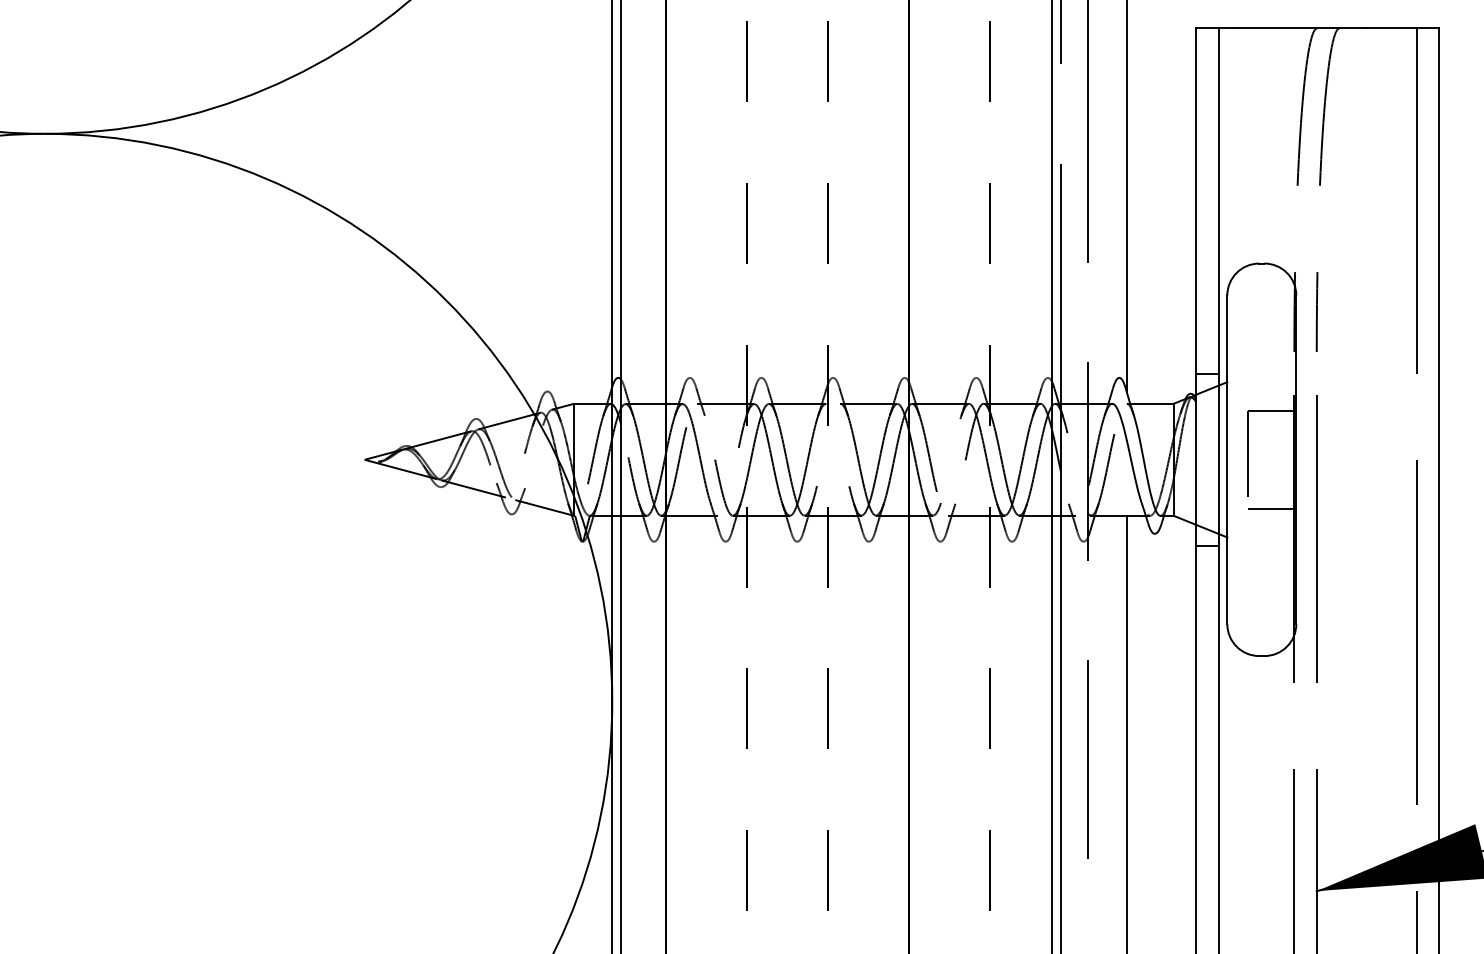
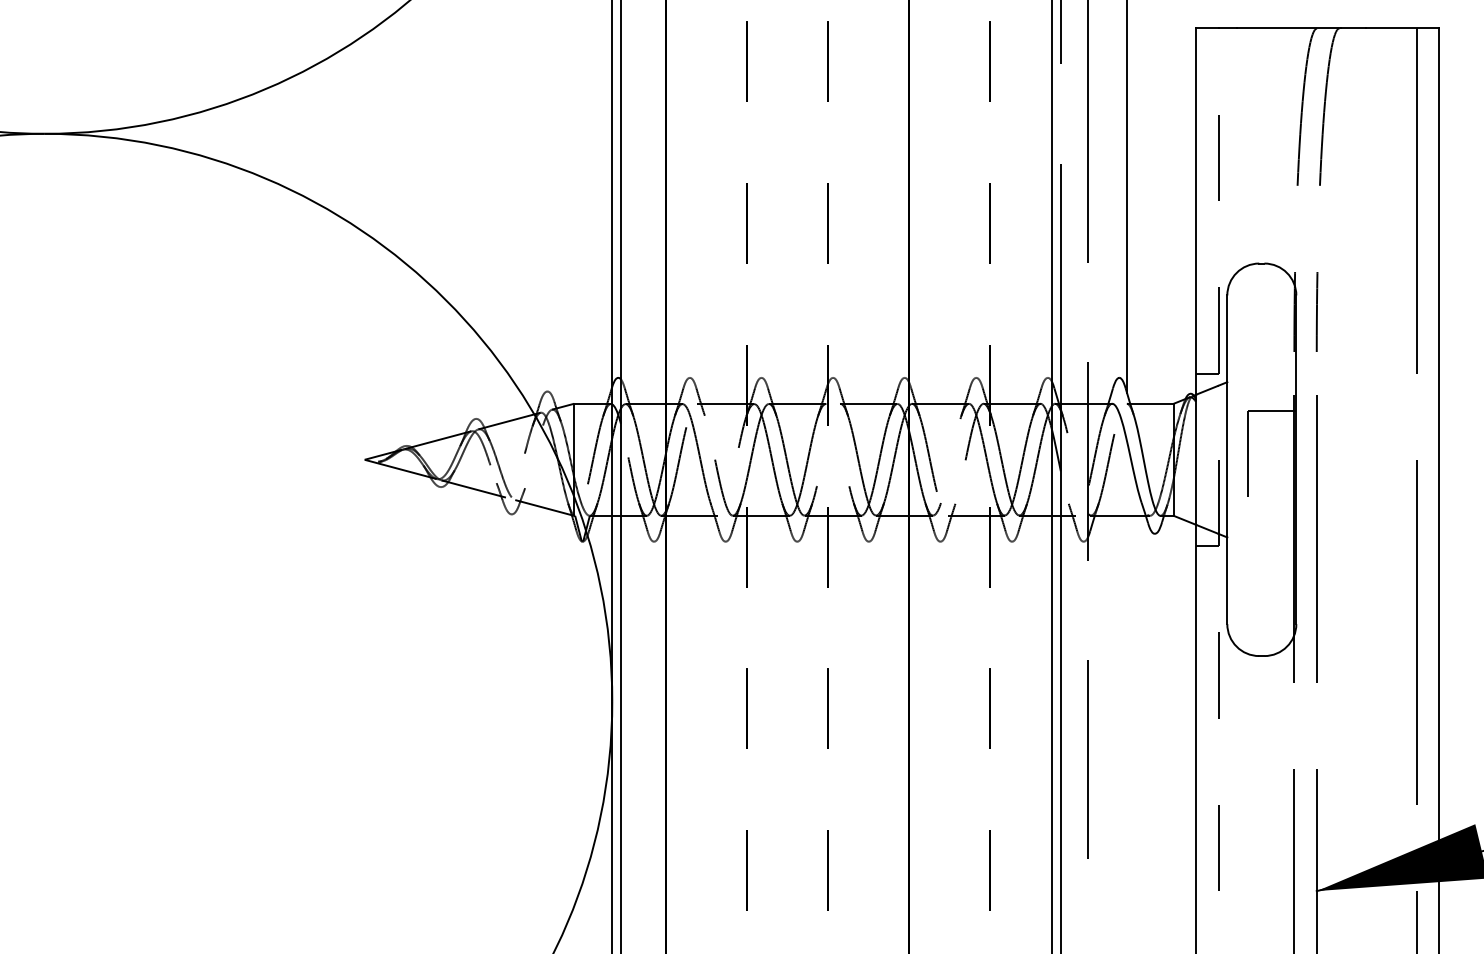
line at (1218, 490): solid -> dashed
line at (1272, 508): present -> none
line at (1126, 732): present -> none
